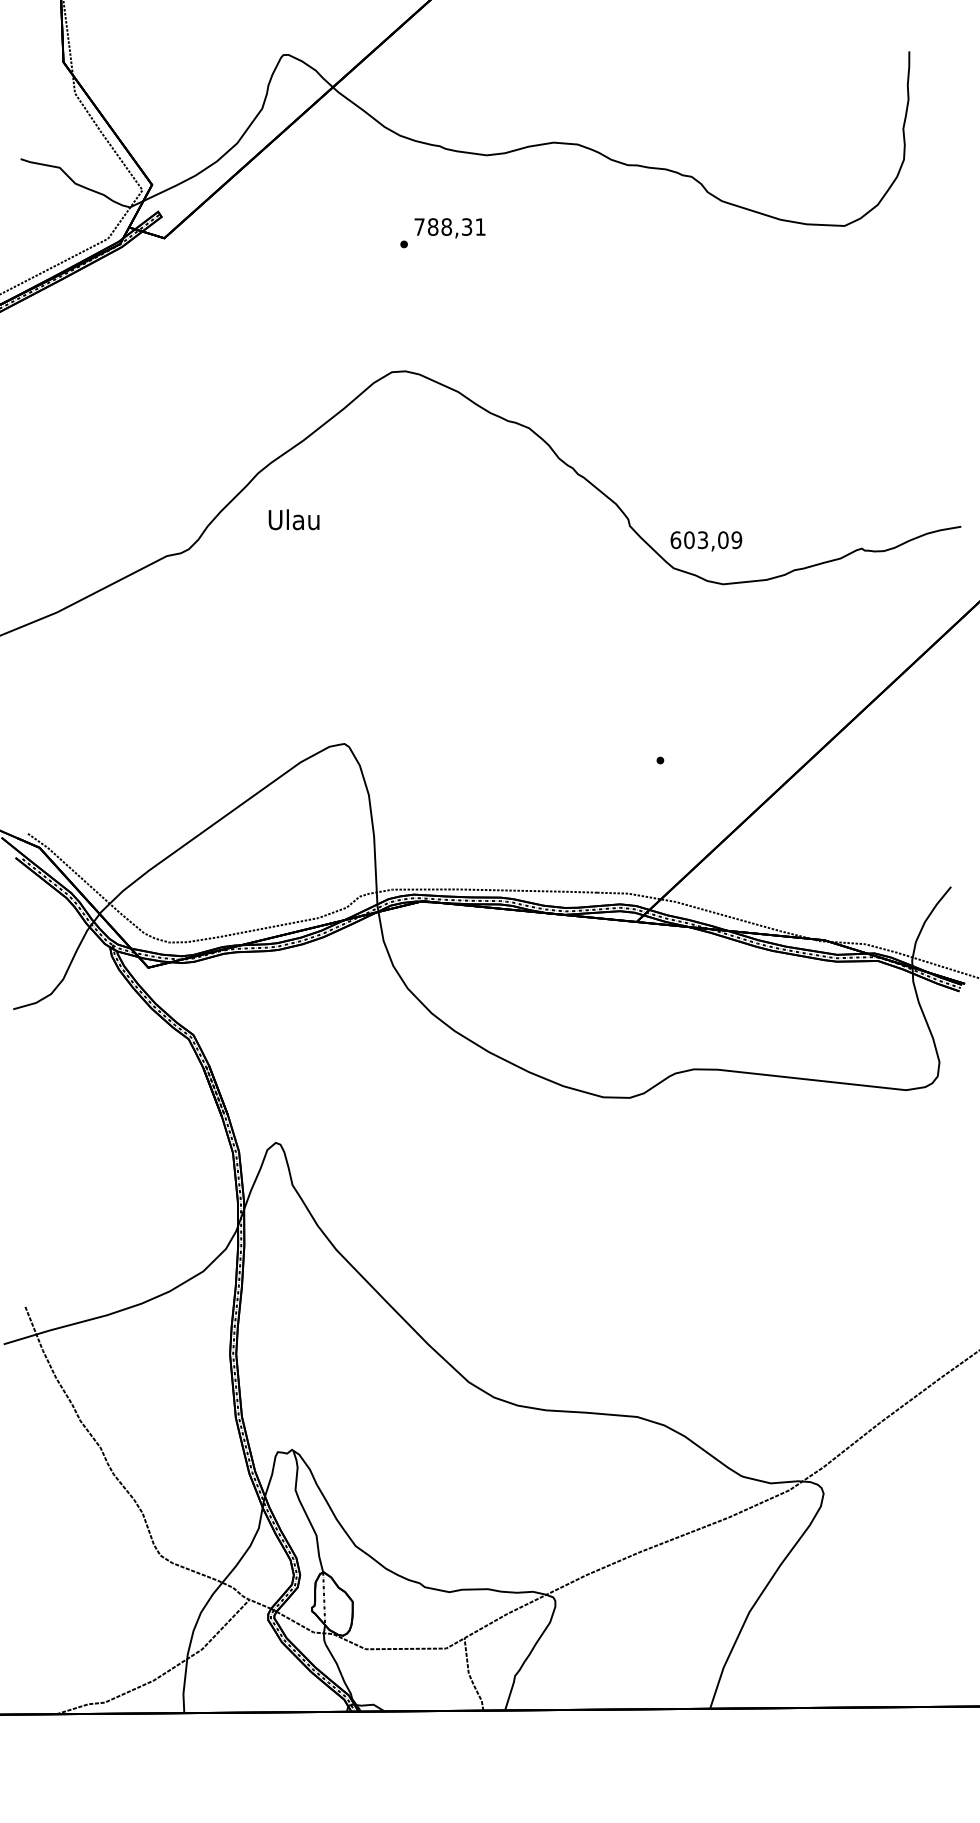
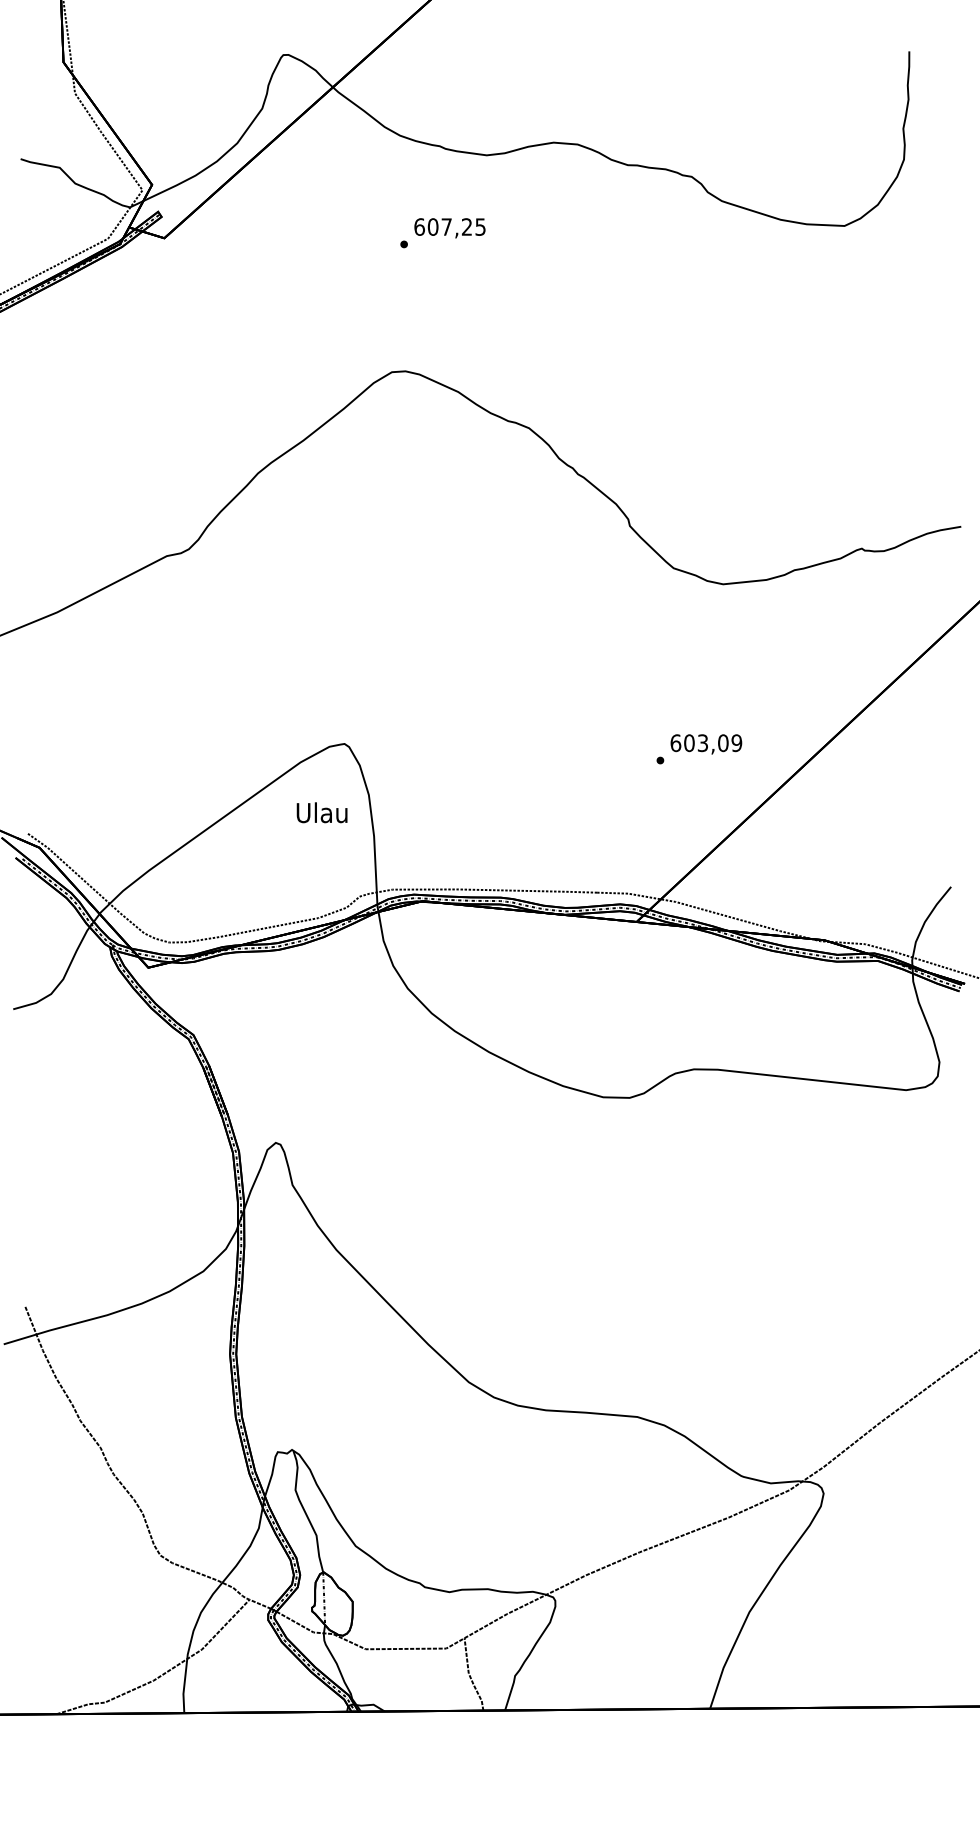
text at (449, 226): 788,31 -> 607,25
text at (293, 519) position: (293, 519) -> (321, 812)
text at (706, 541) position: (706, 541) -> (706, 744)
